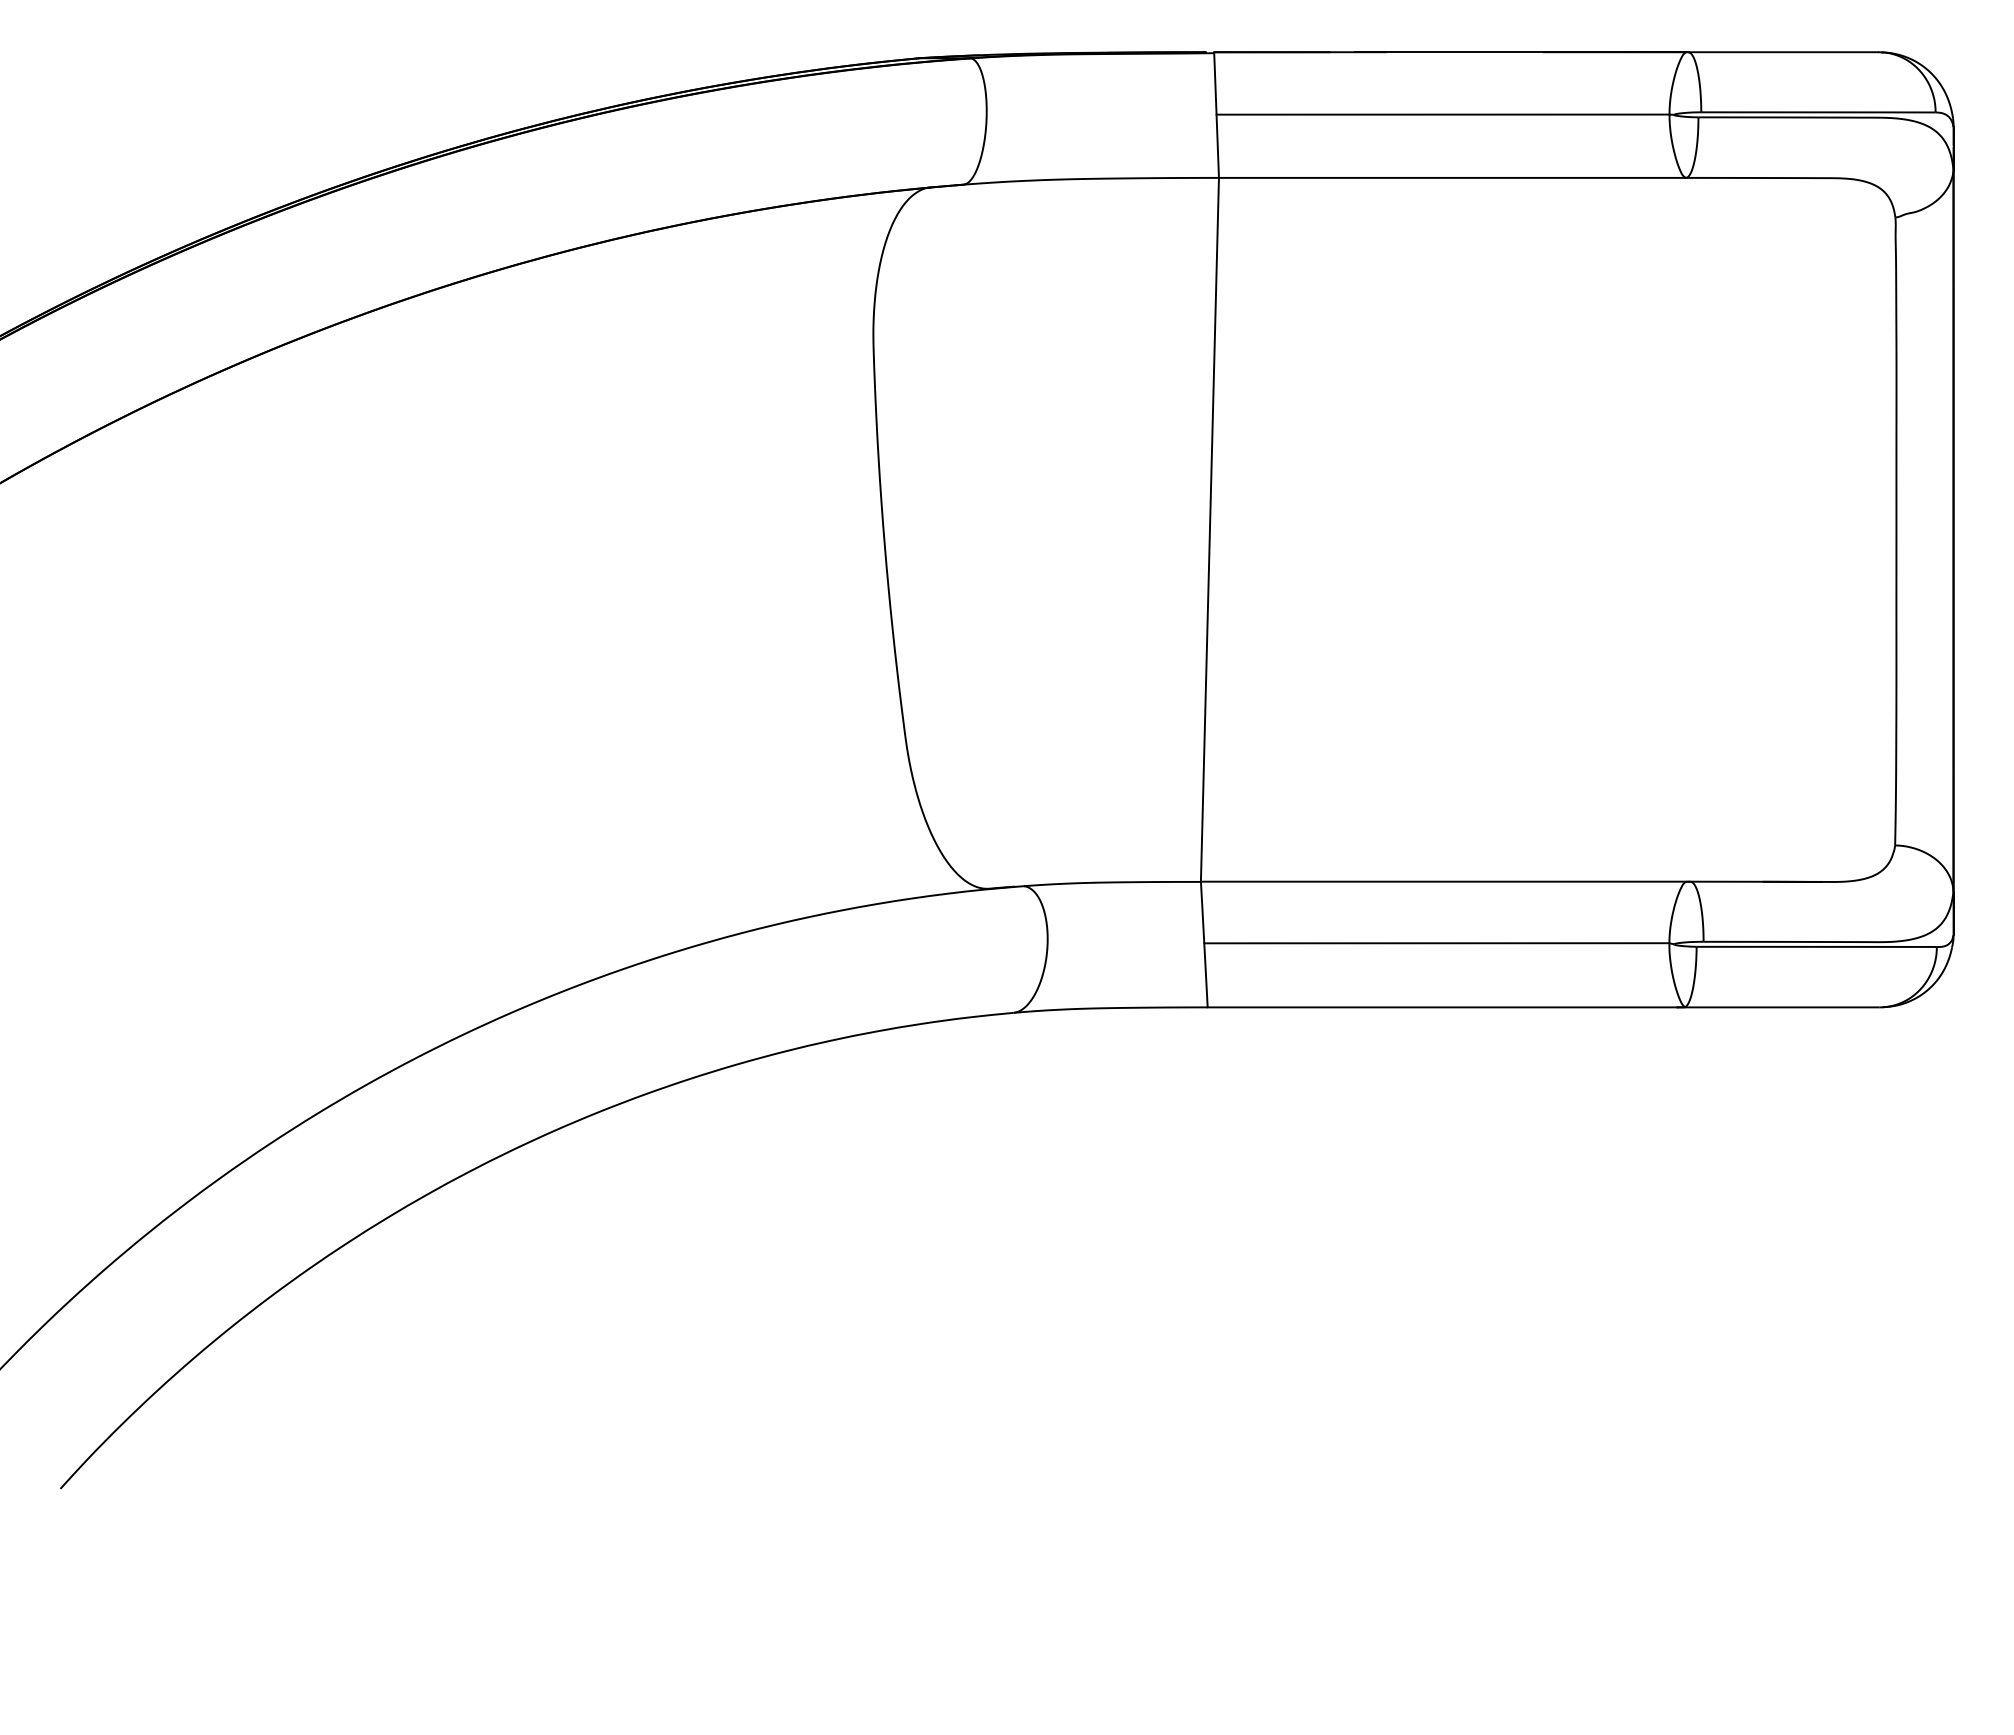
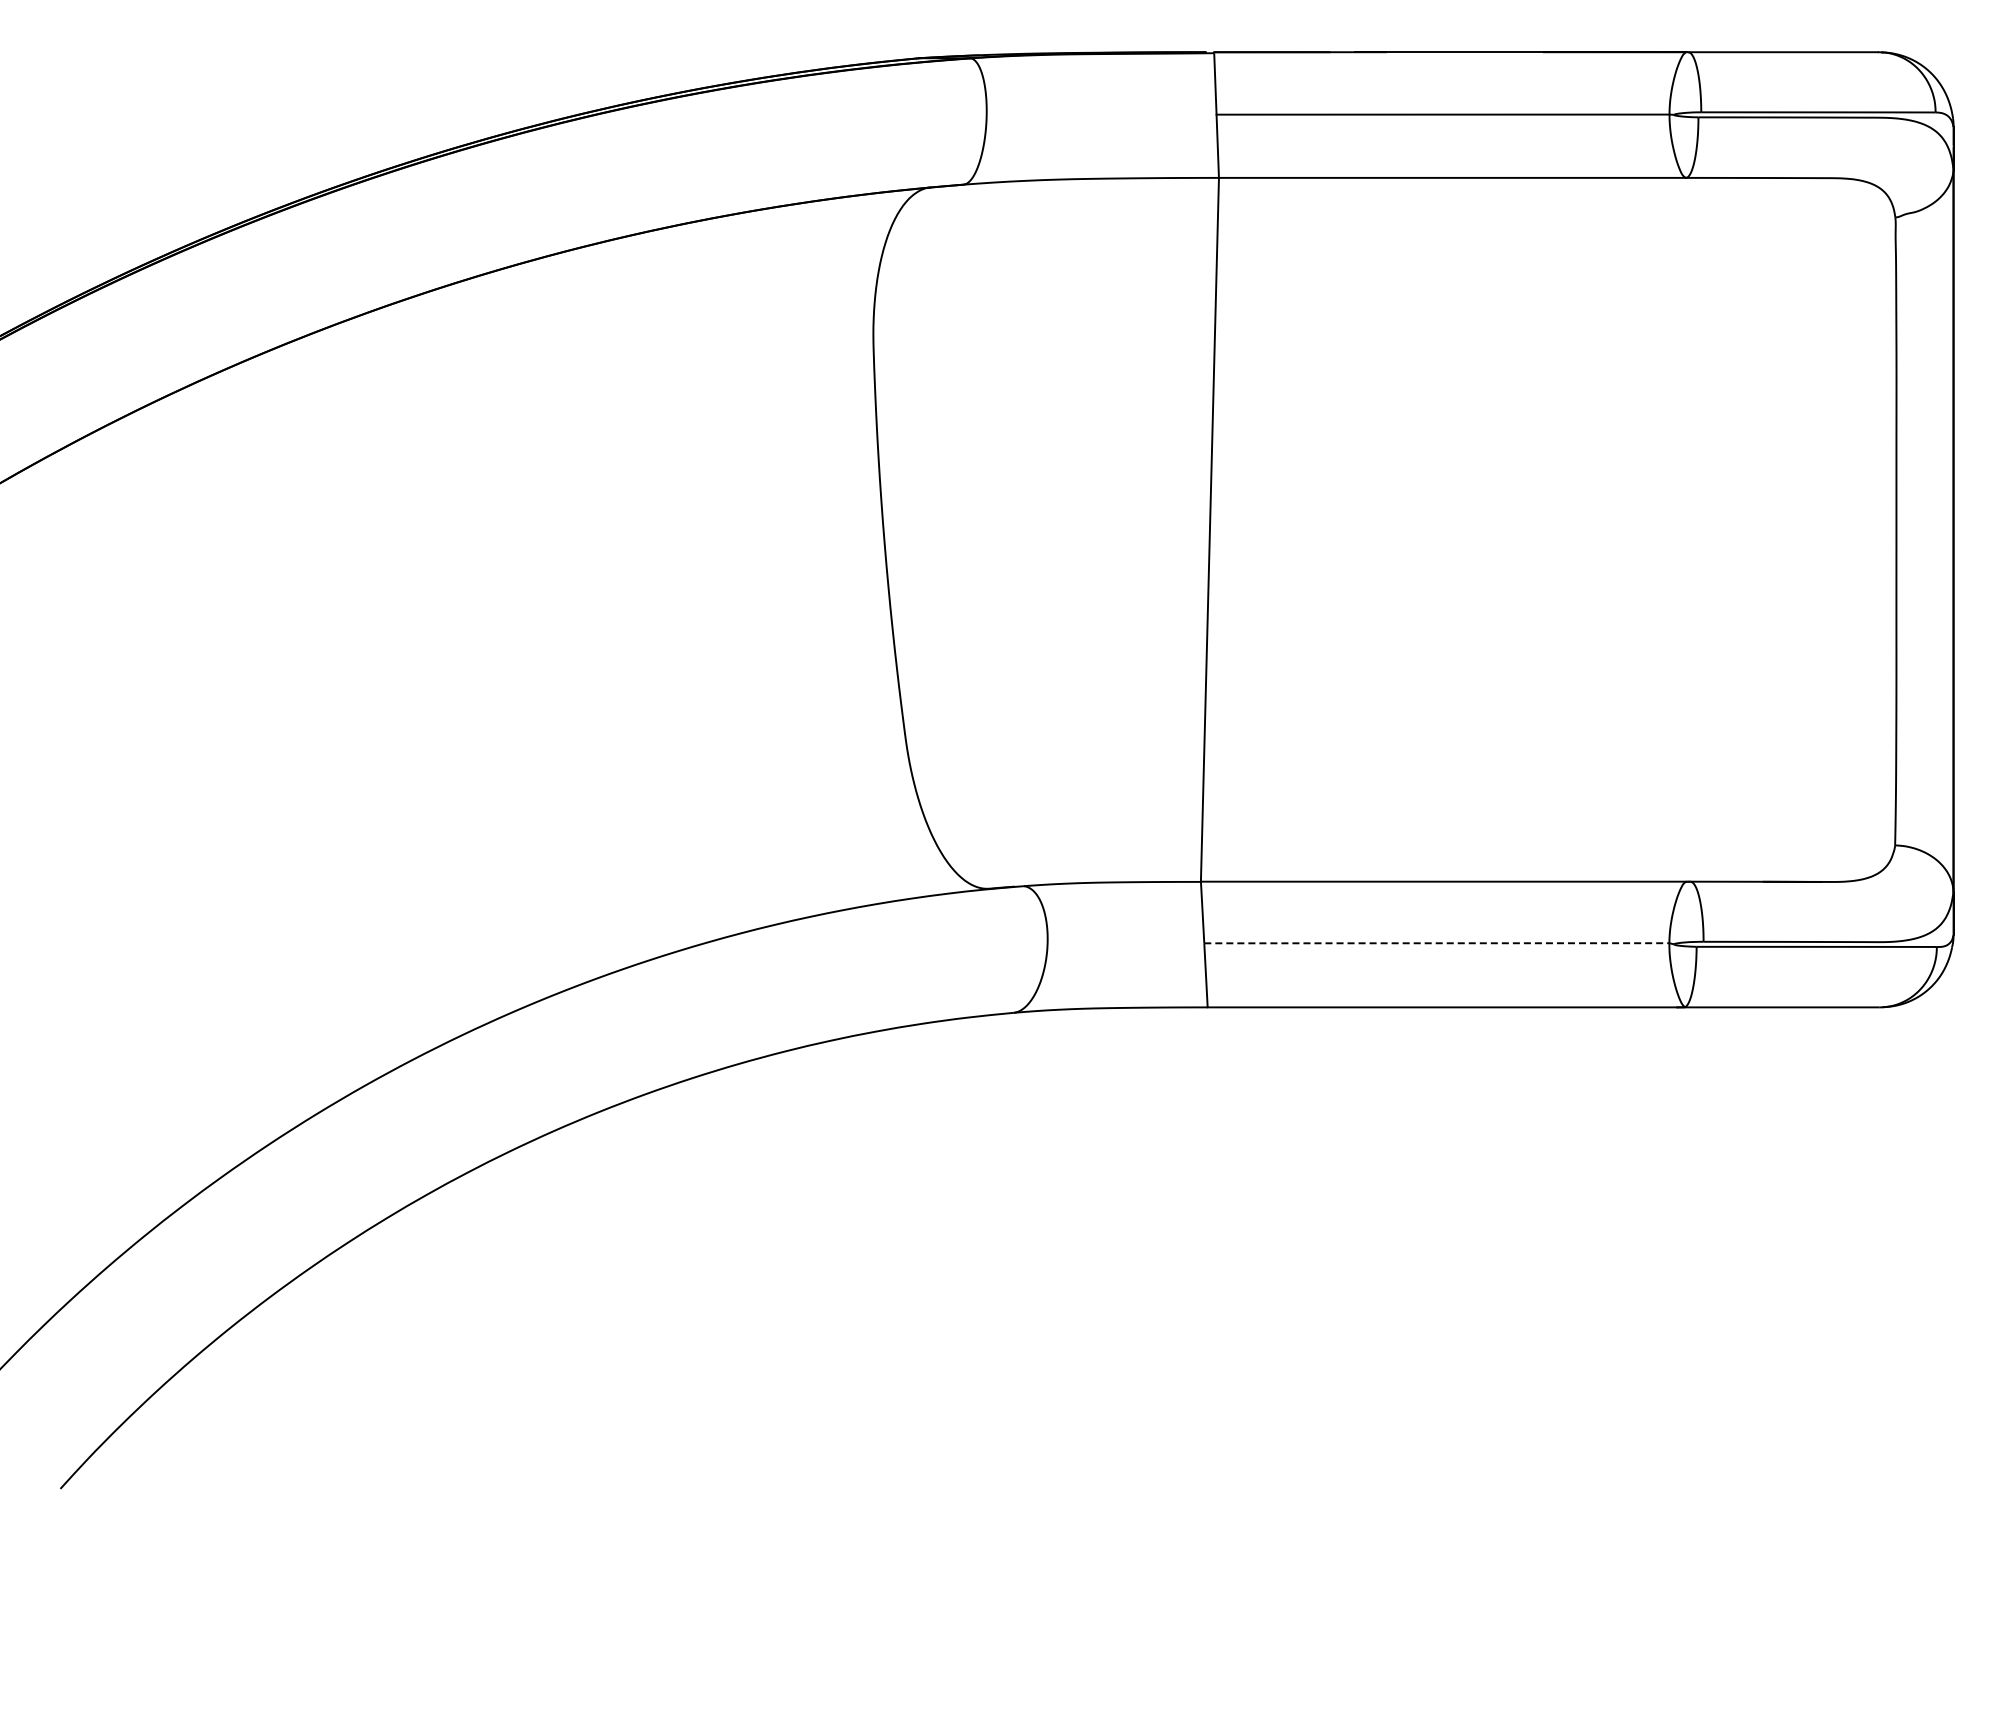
line at (1436, 943): solid -> dashed
